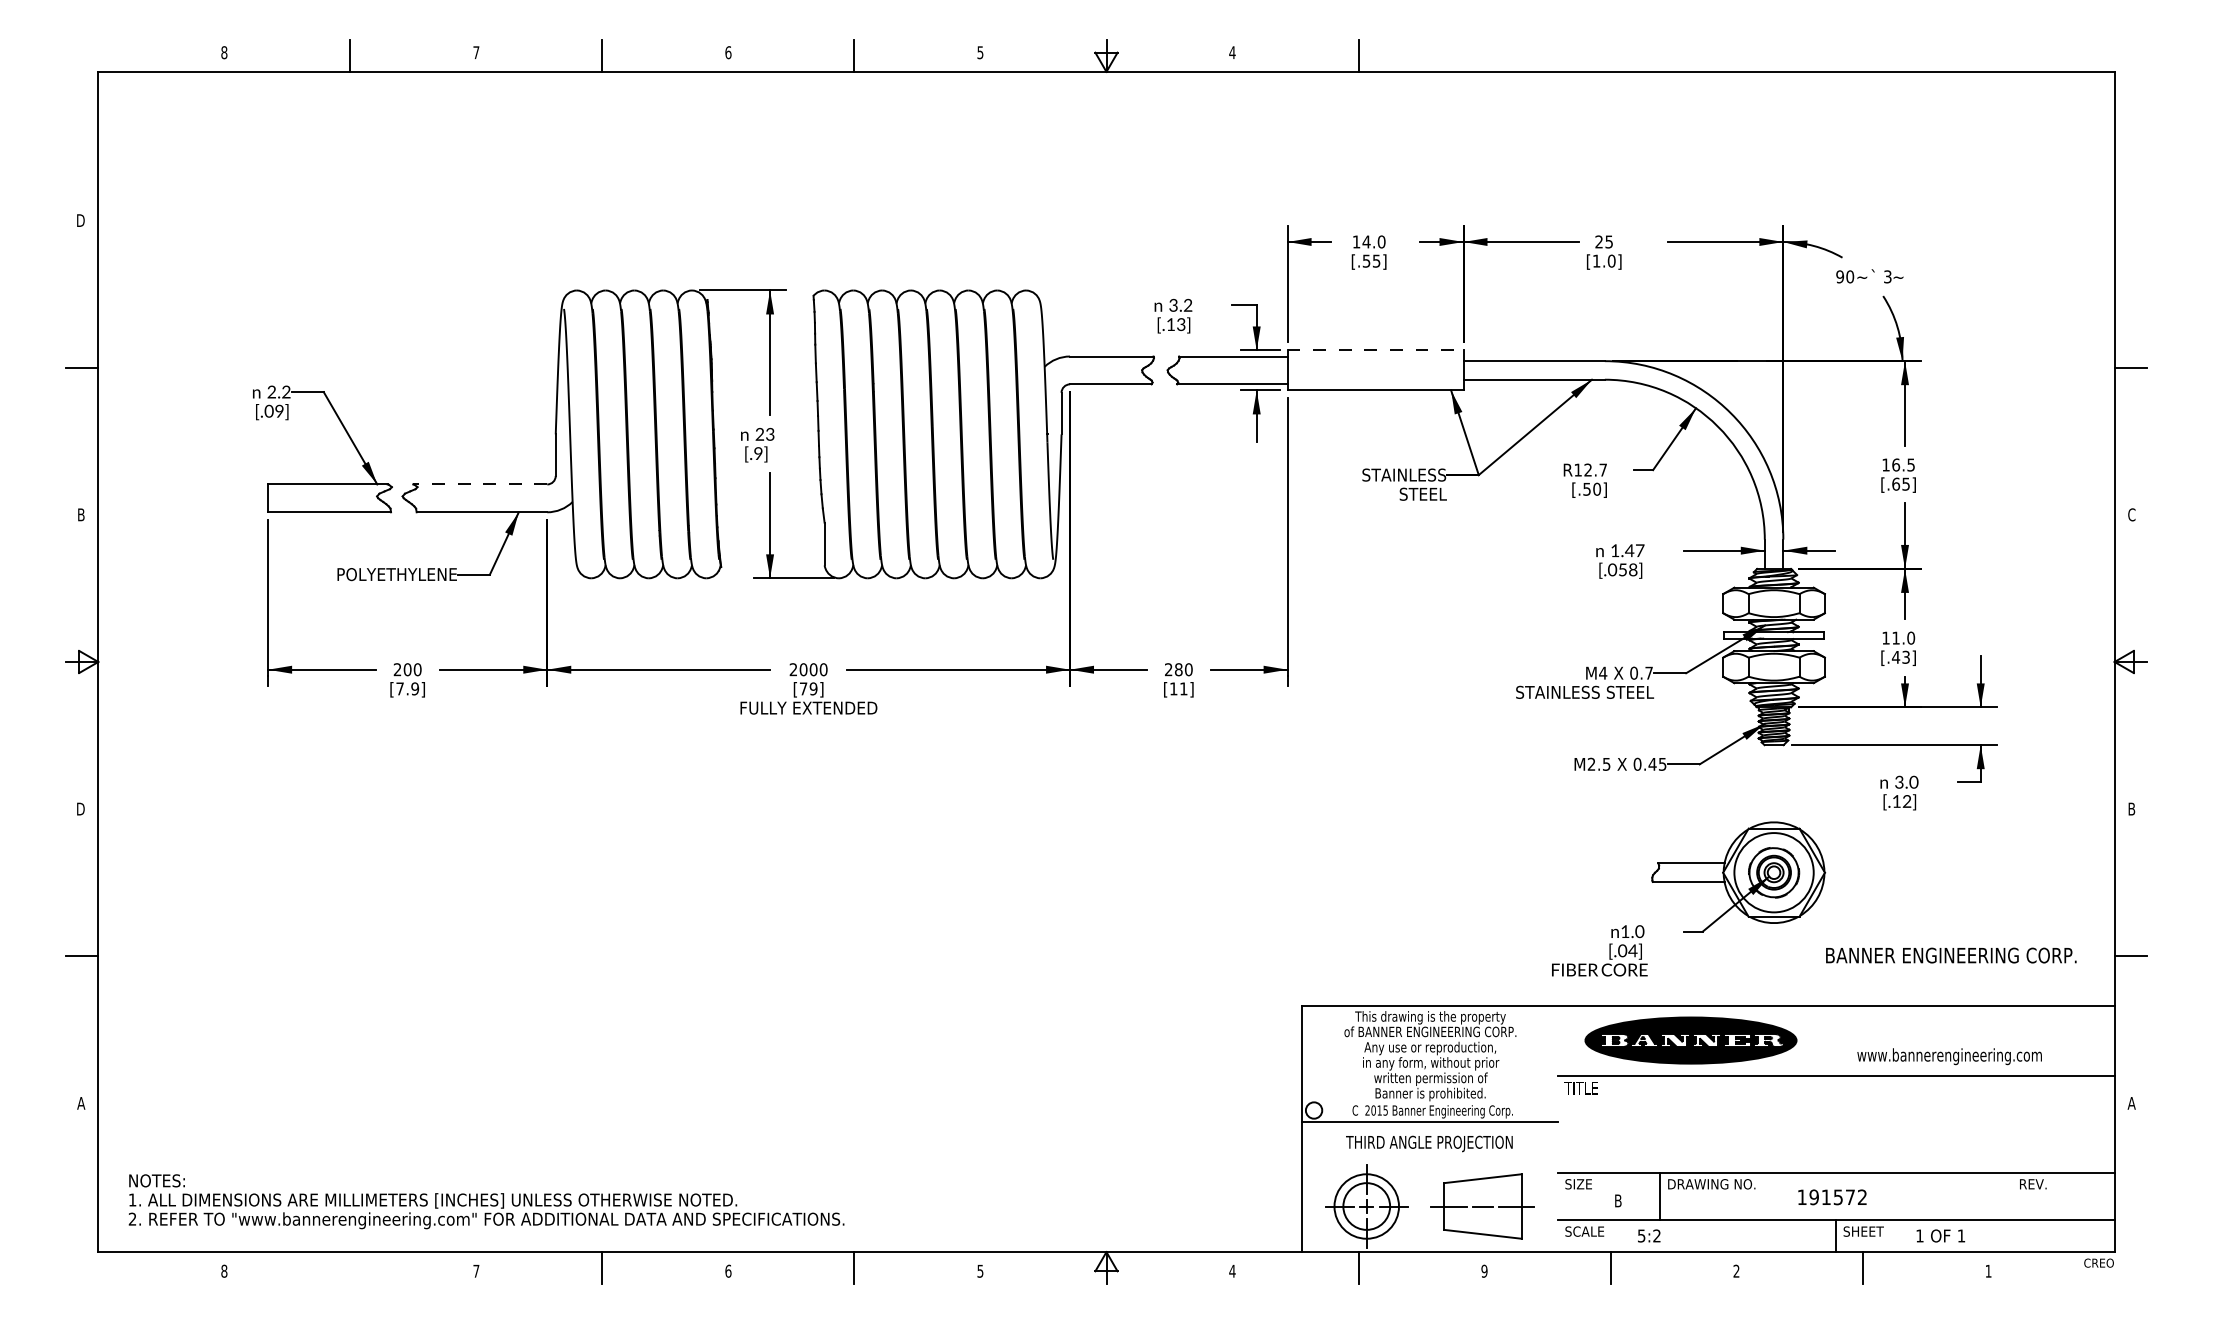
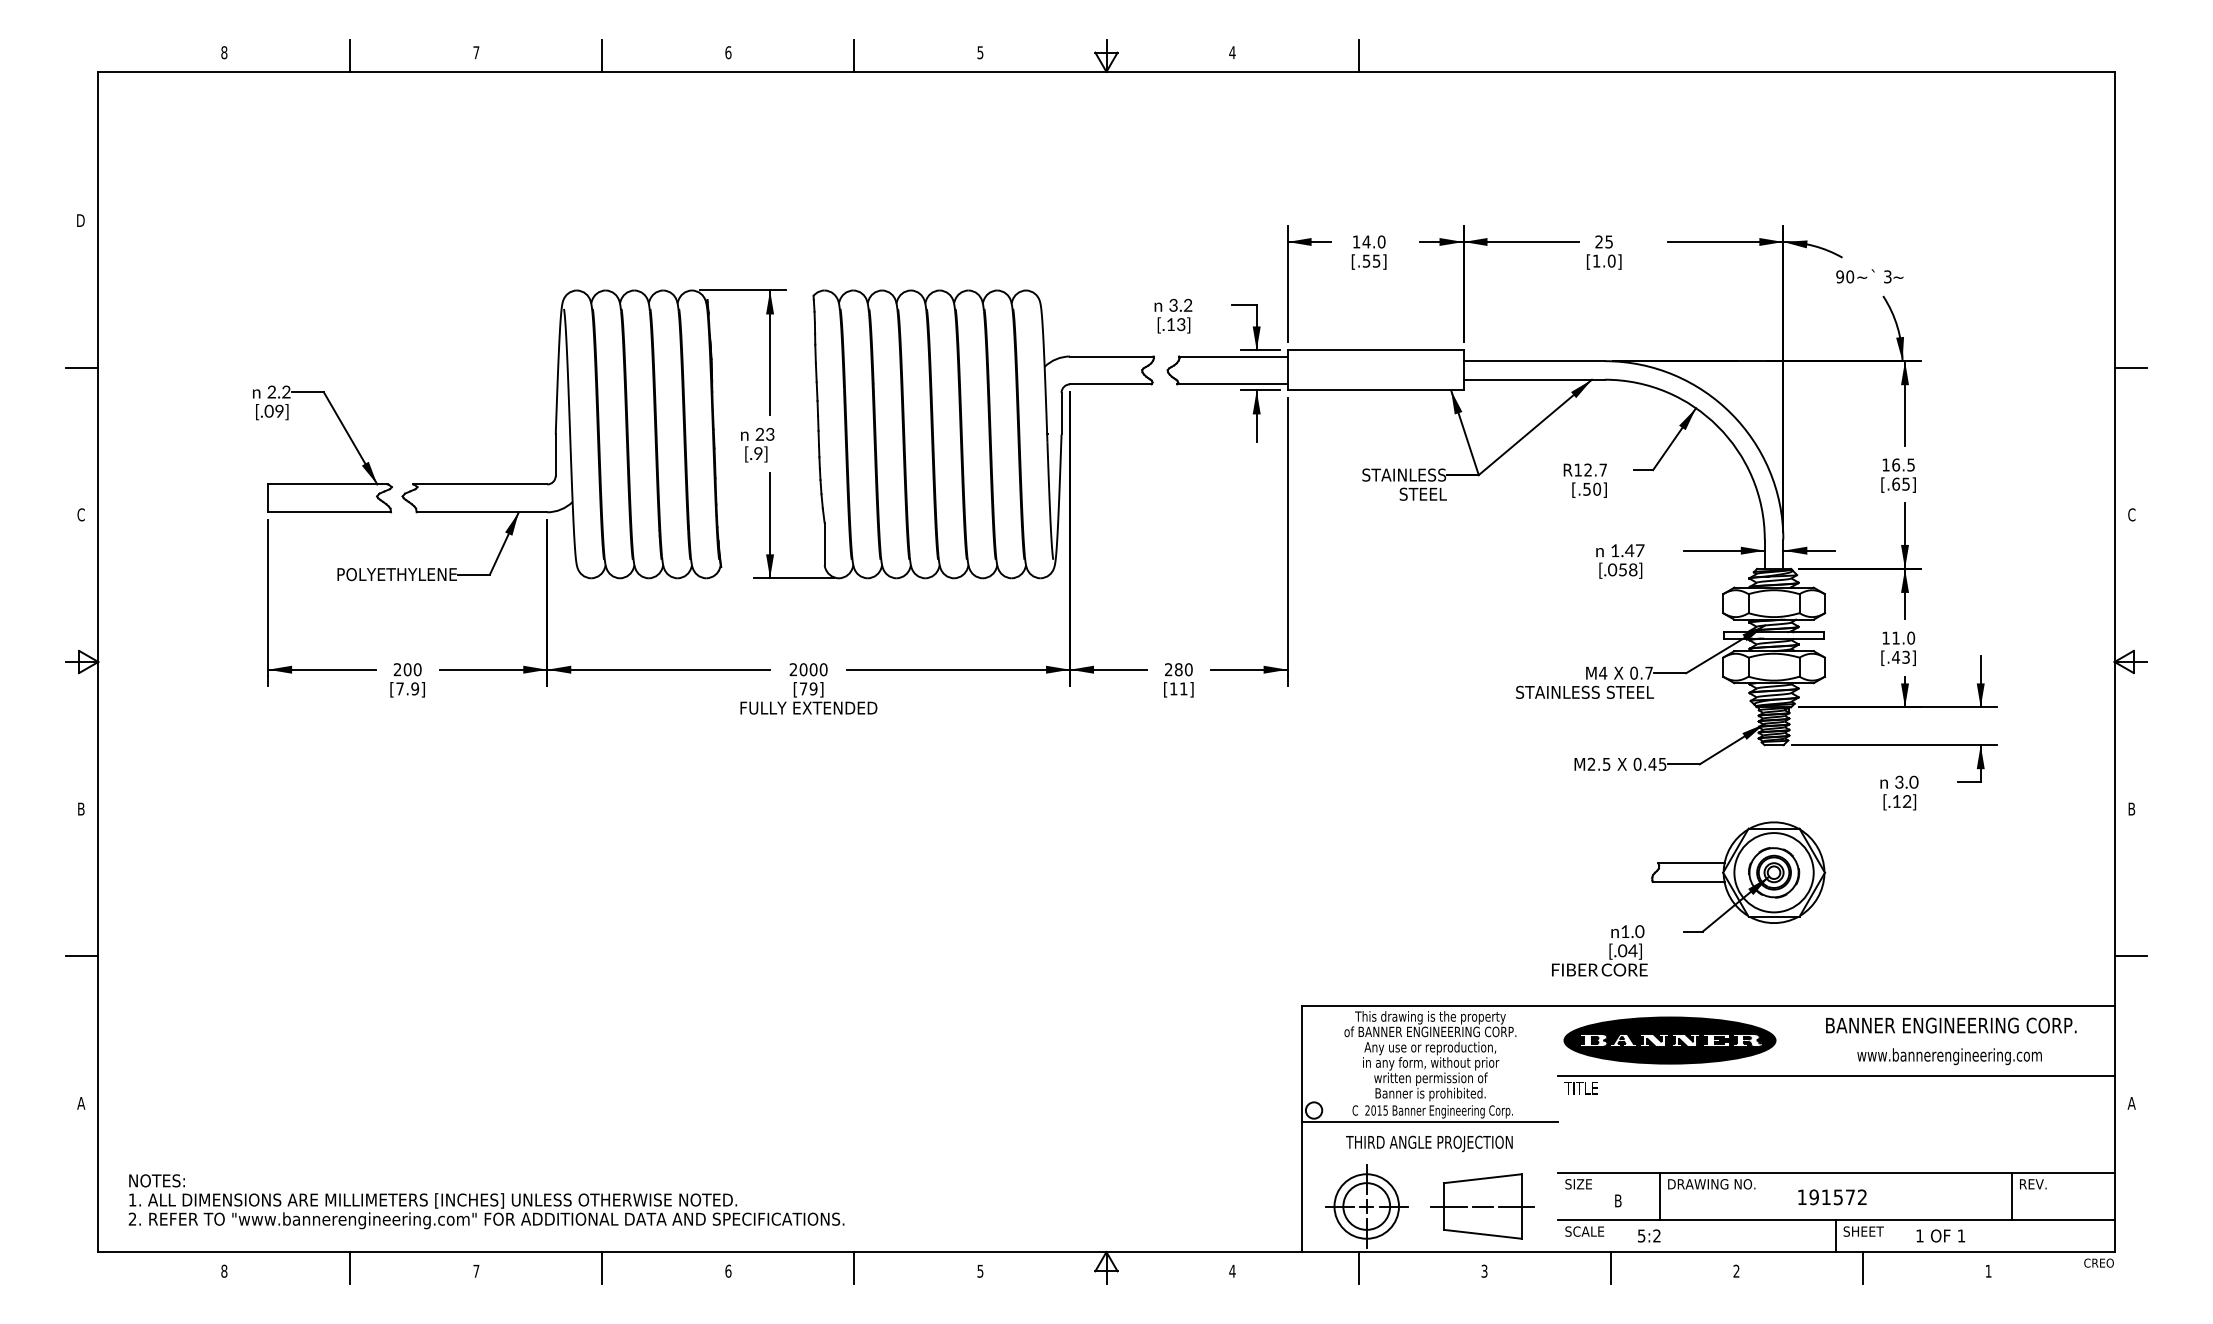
line at (1375, 350): dashed -> solid
line at (479, 484): dashed -> solid
text at (80, 514): B -> C
text at (80, 808): D -> B
text at (1951, 955) position: (1951, 955) -> (1951, 1025)
part at (1690, 1040) position: (1690, 1040) -> (1669, 1040)
line at (2012, 1196): none -> present
line at (350, 1268): none -> present
text at (1484, 1270): 9 -> 3
